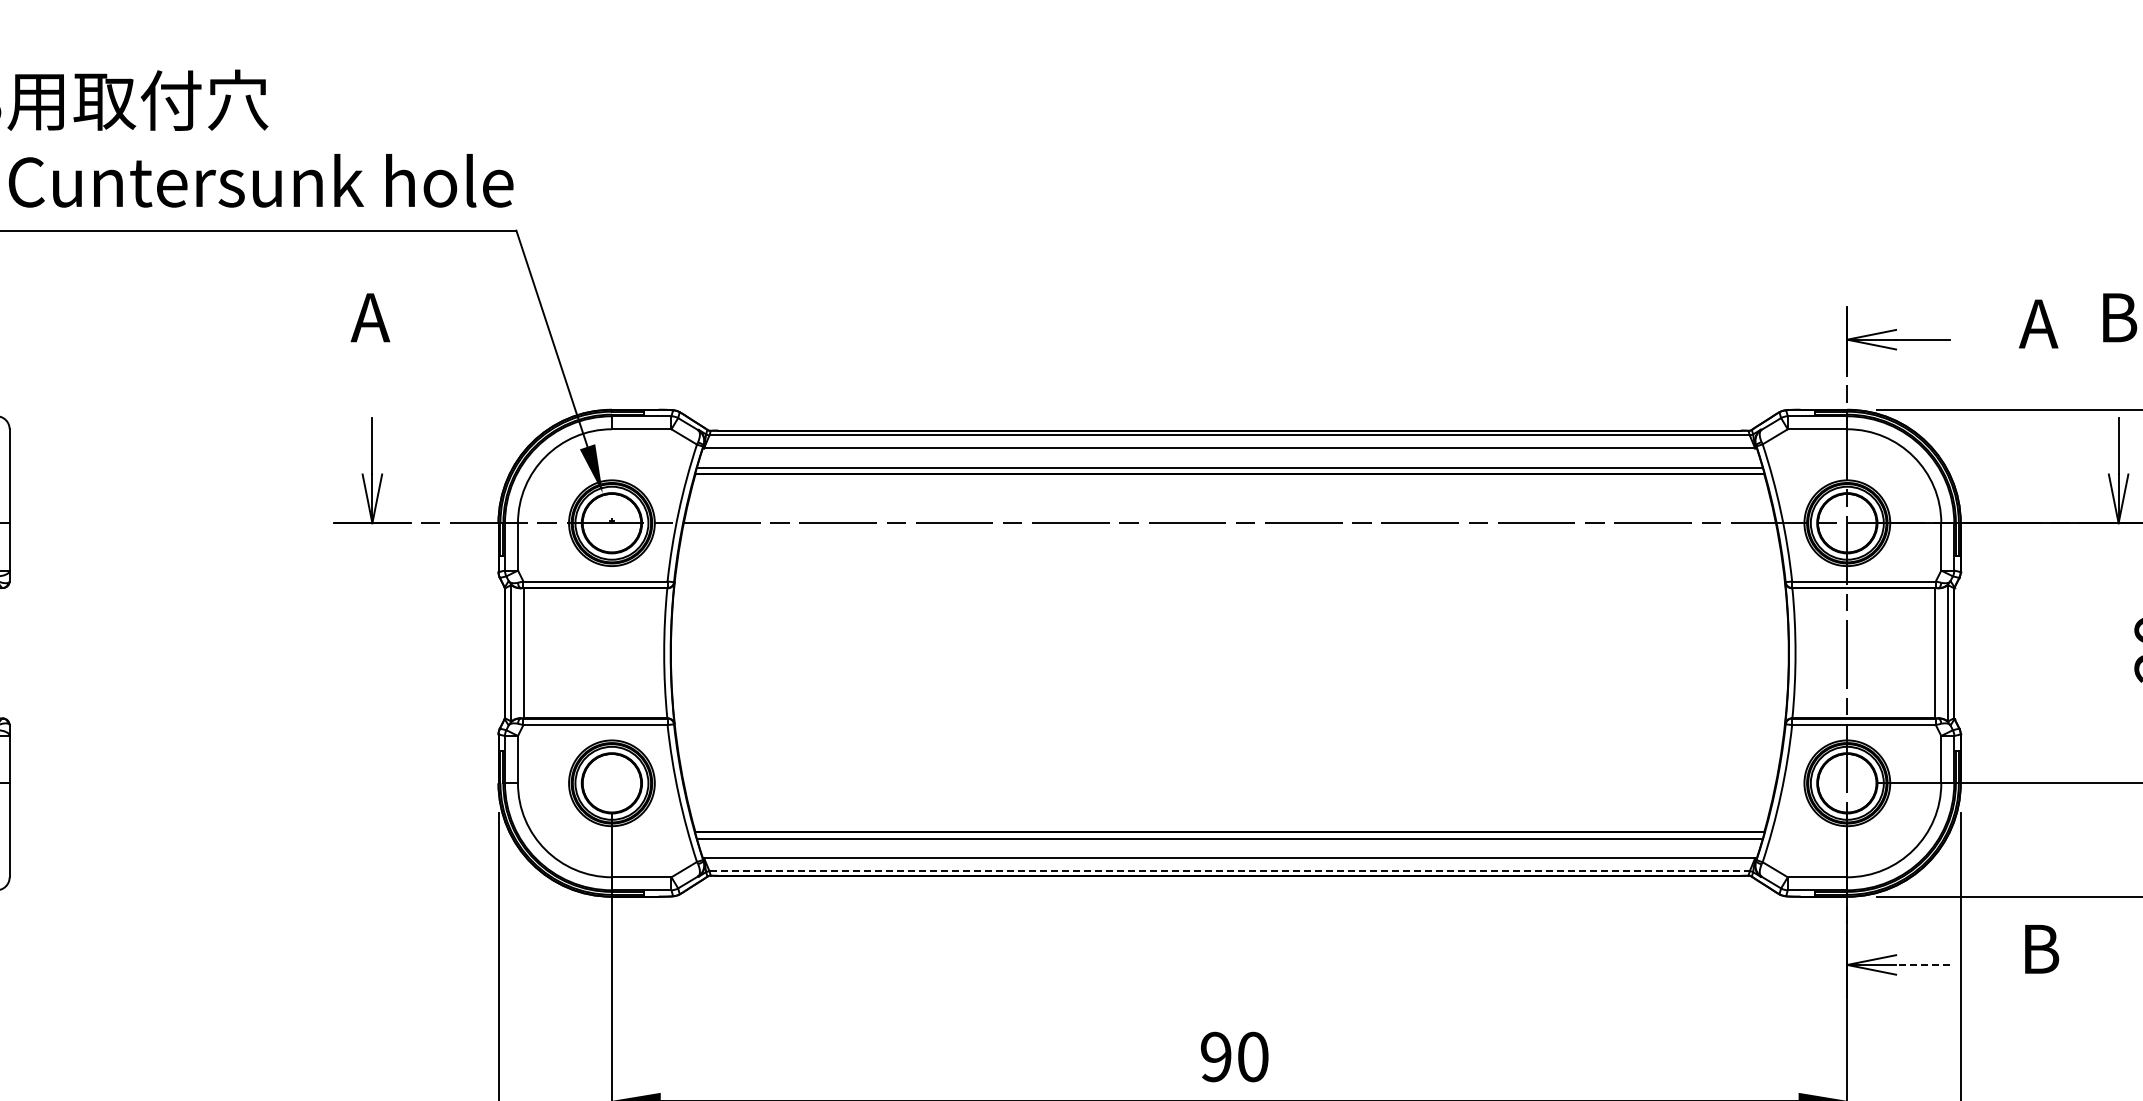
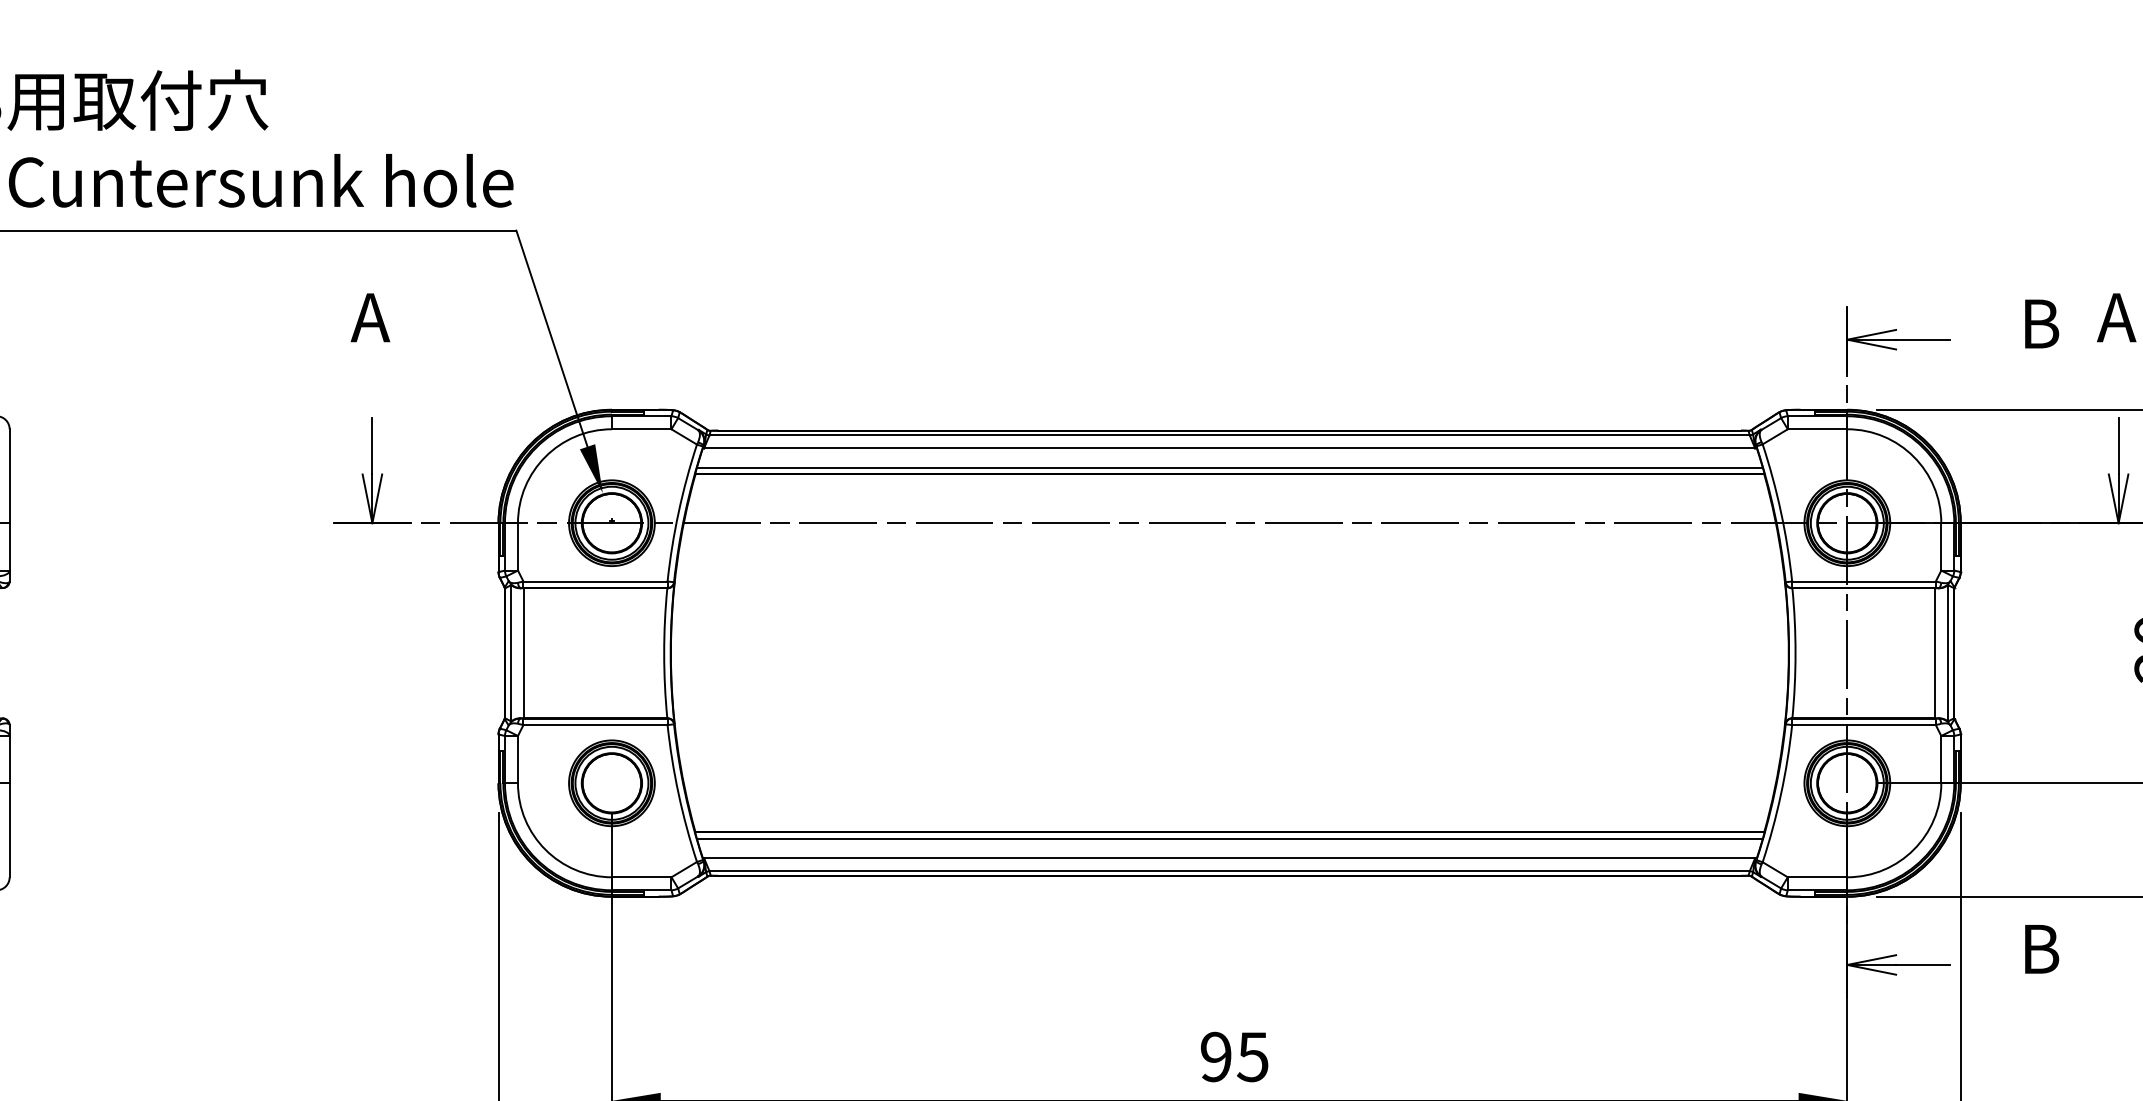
text at (2117, 317): B -> A
text at (2039, 323): A -> B
line at (1230, 871): dashed -> solid
line at (1922, 964): dashed -> solid
text at (1252, 1056): 90 -> 95
